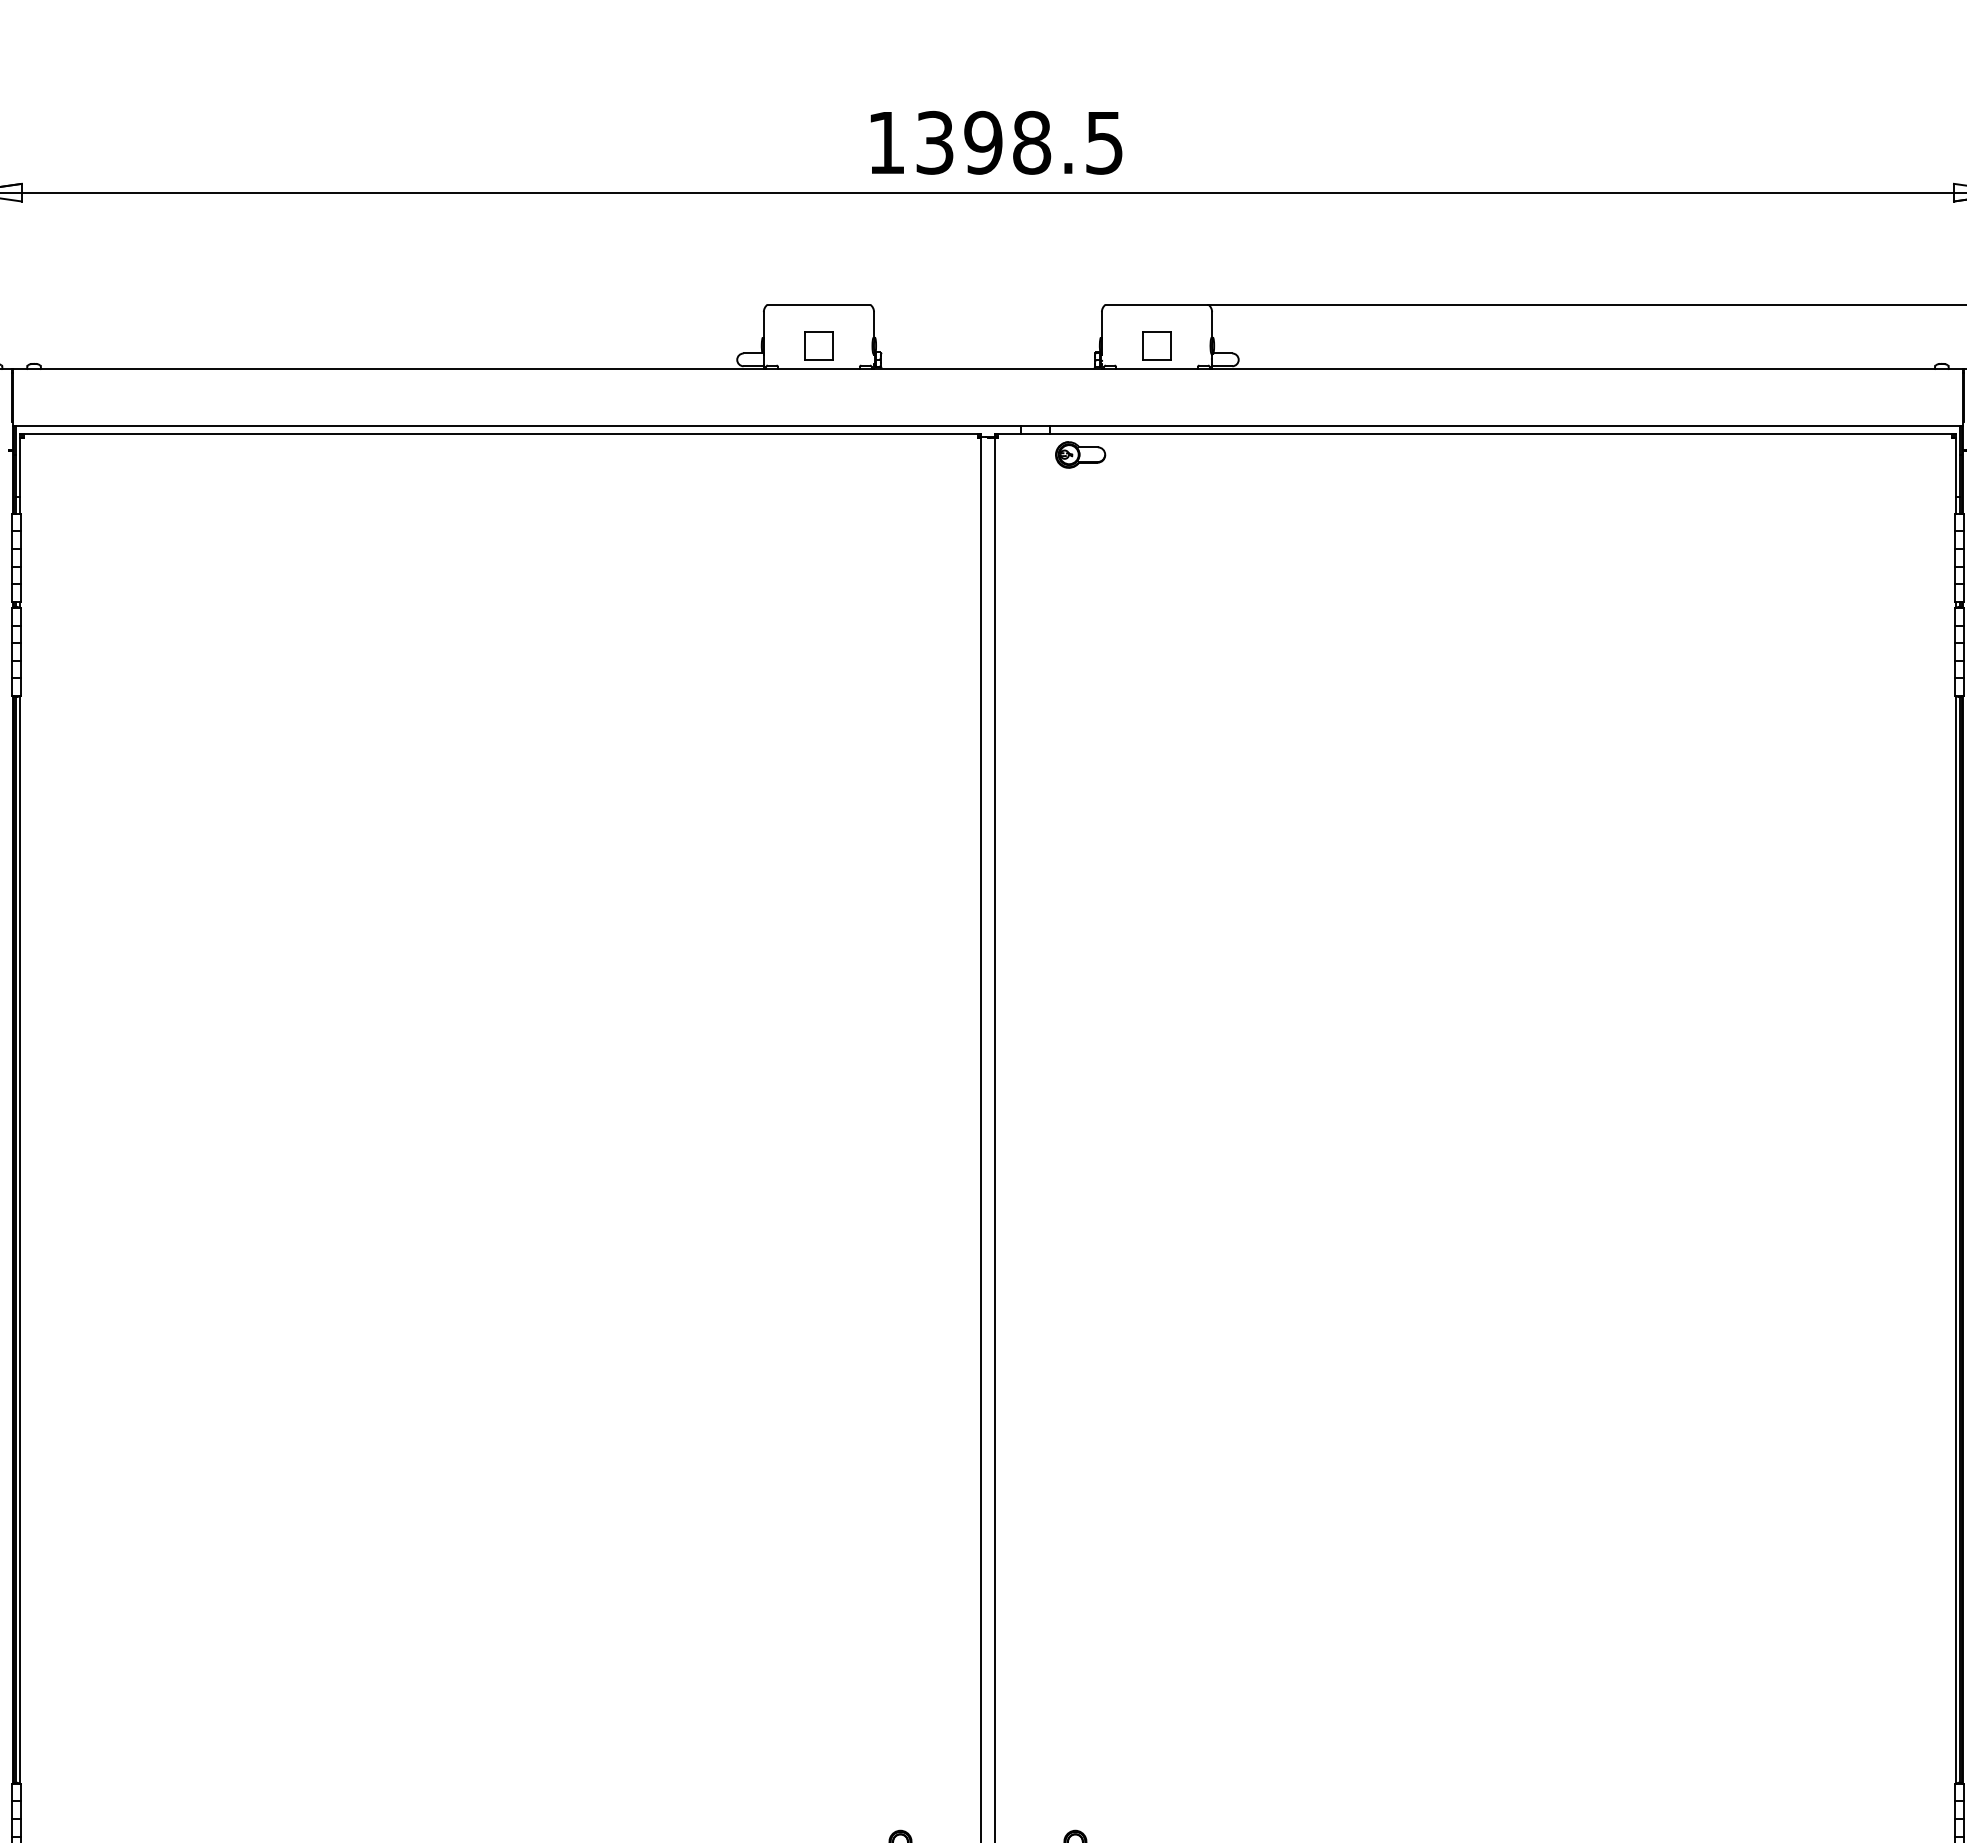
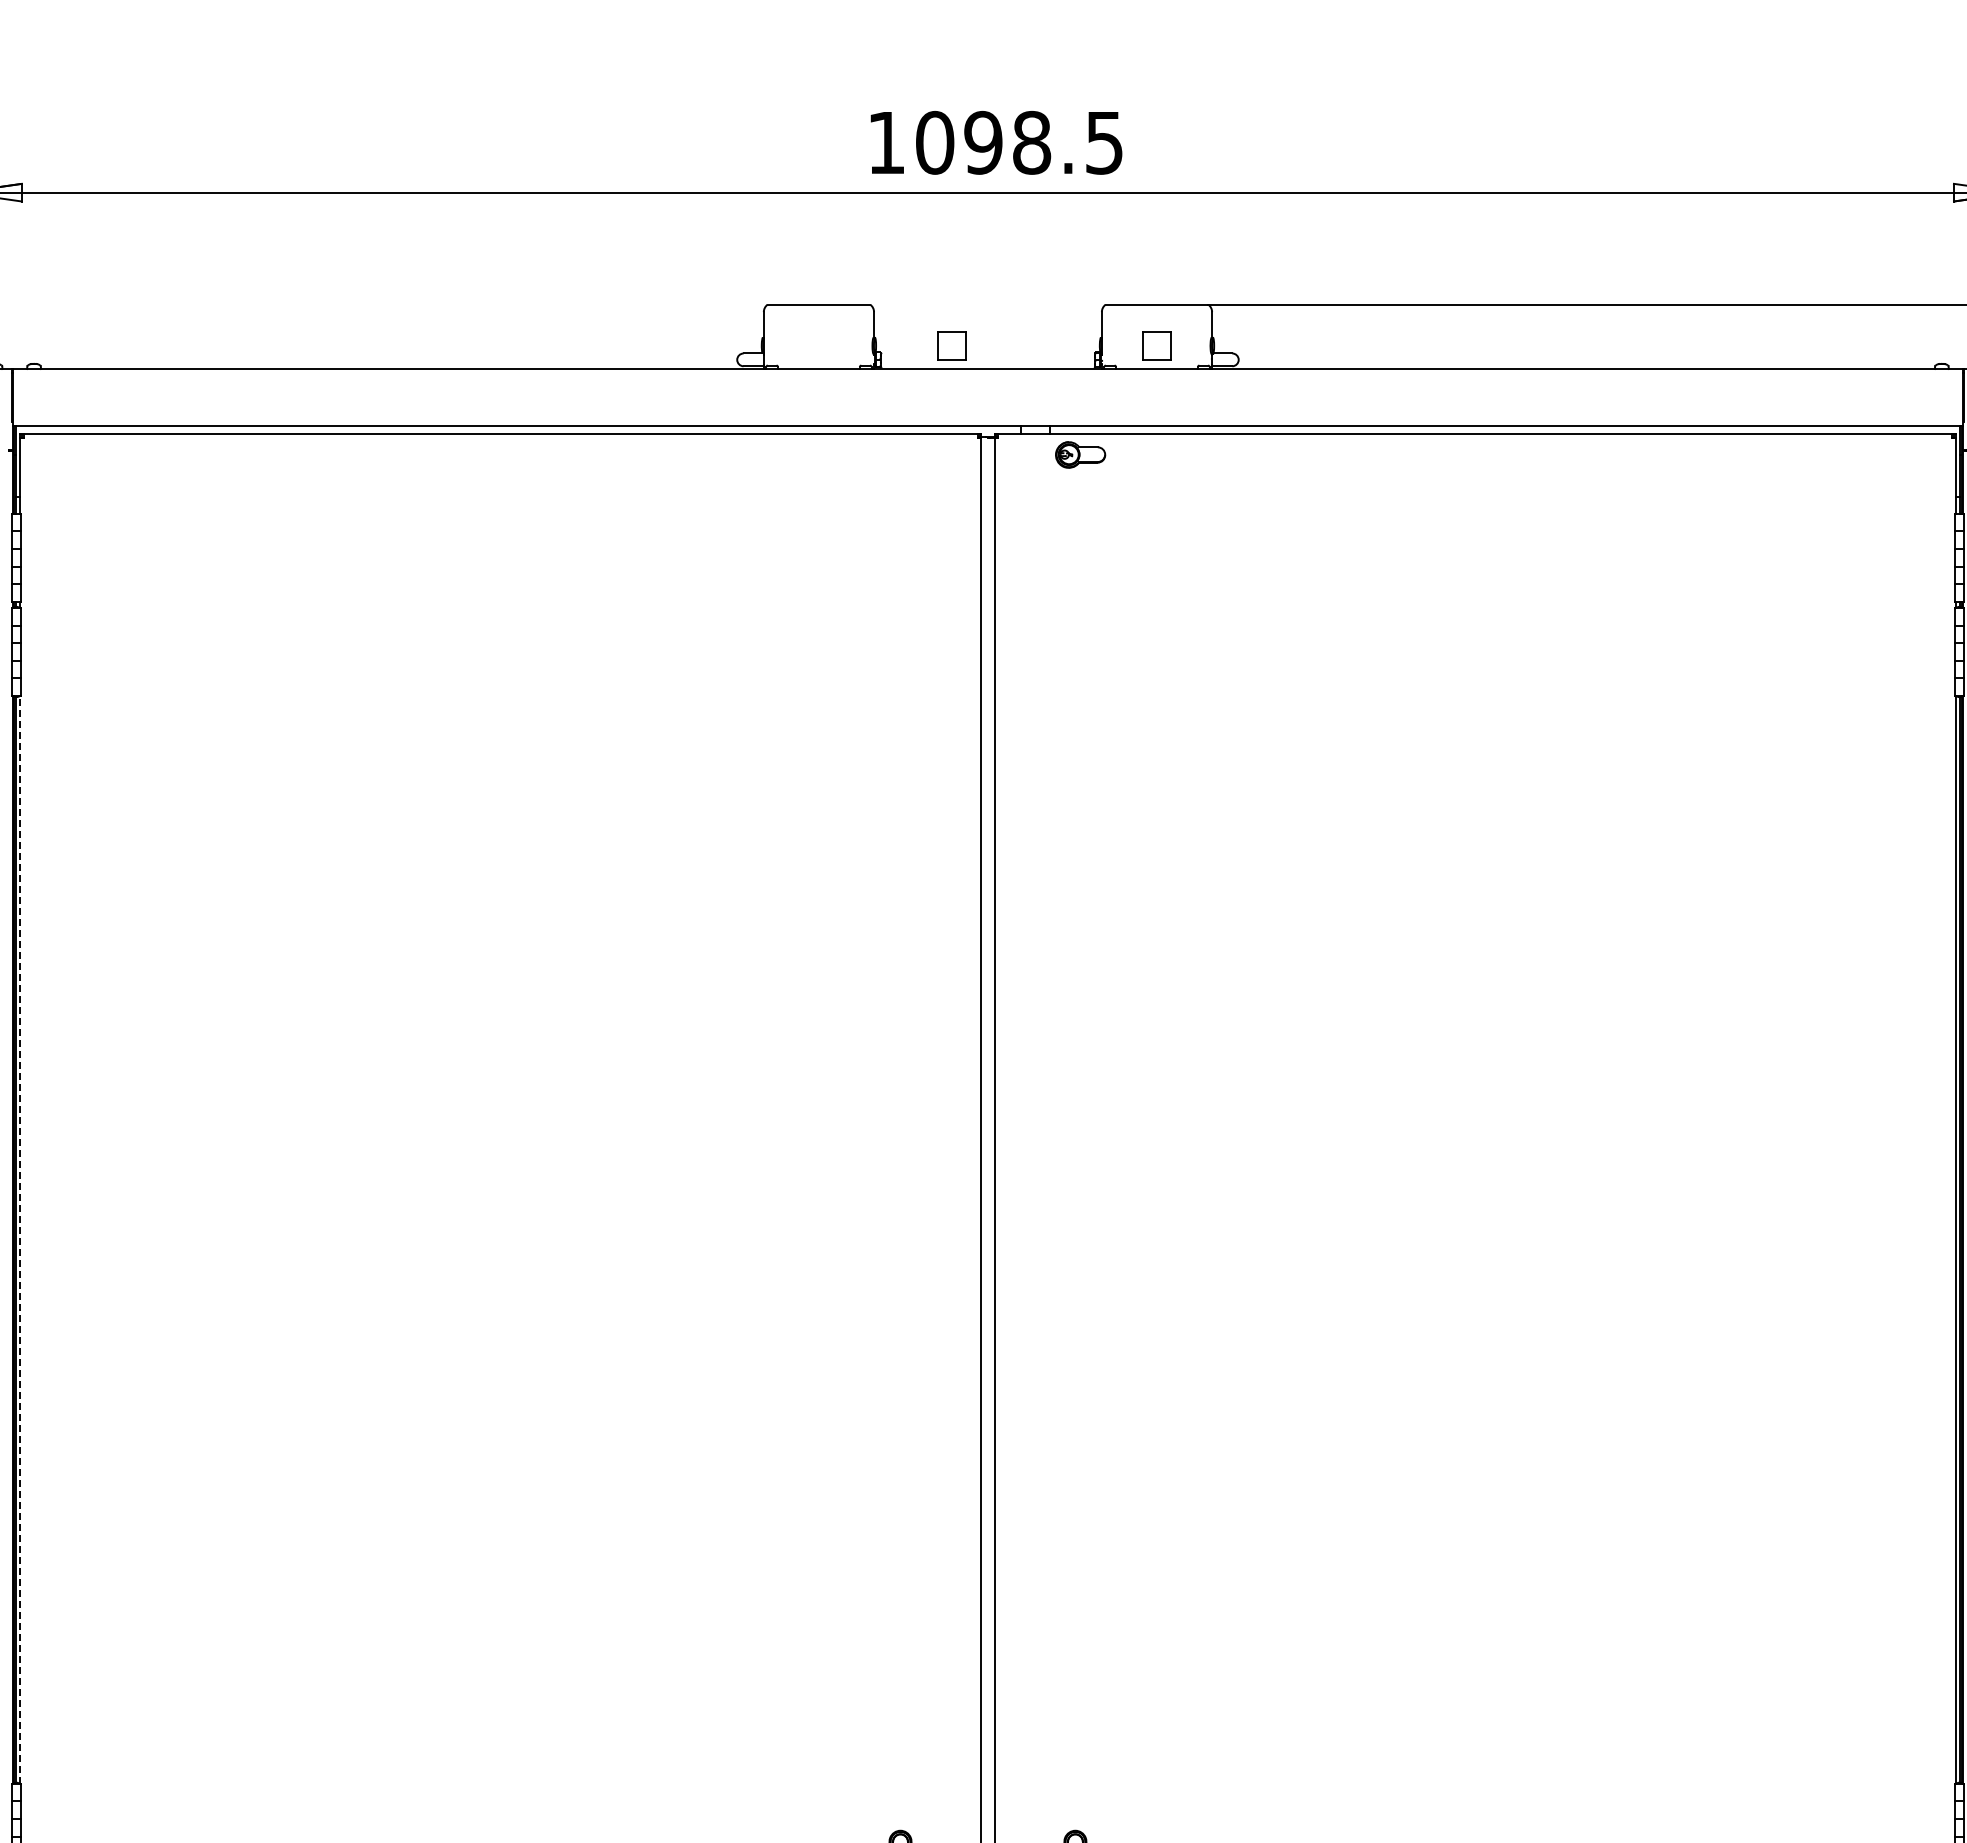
text at (935, 142): 1398.5 -> 1098.5
part at (818, 345) position: (818, 345) -> (951, 345)
line at (20, 1239): solid -> dashed
